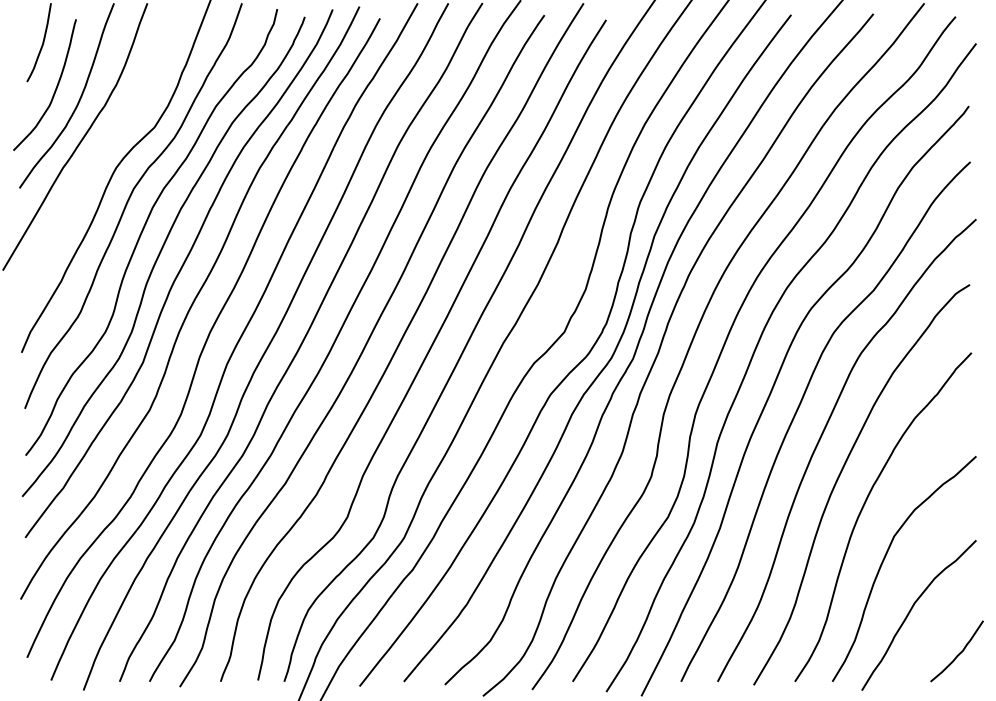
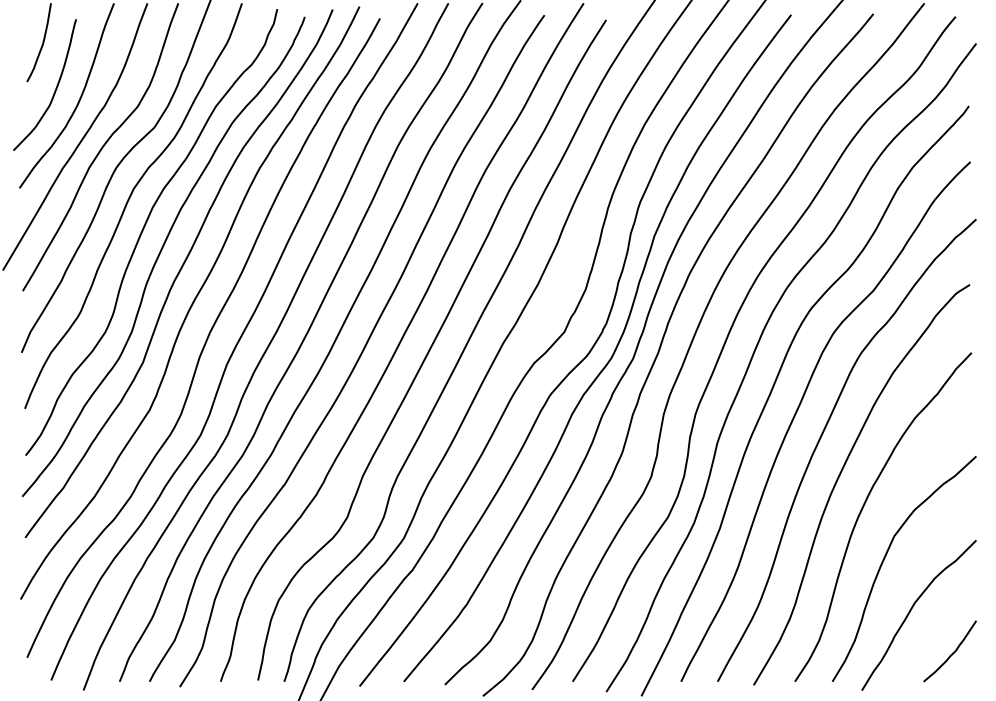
curve at (101, 147): none -> present
curve at (958, 653) position: (958, 653) -> (951, 653)
